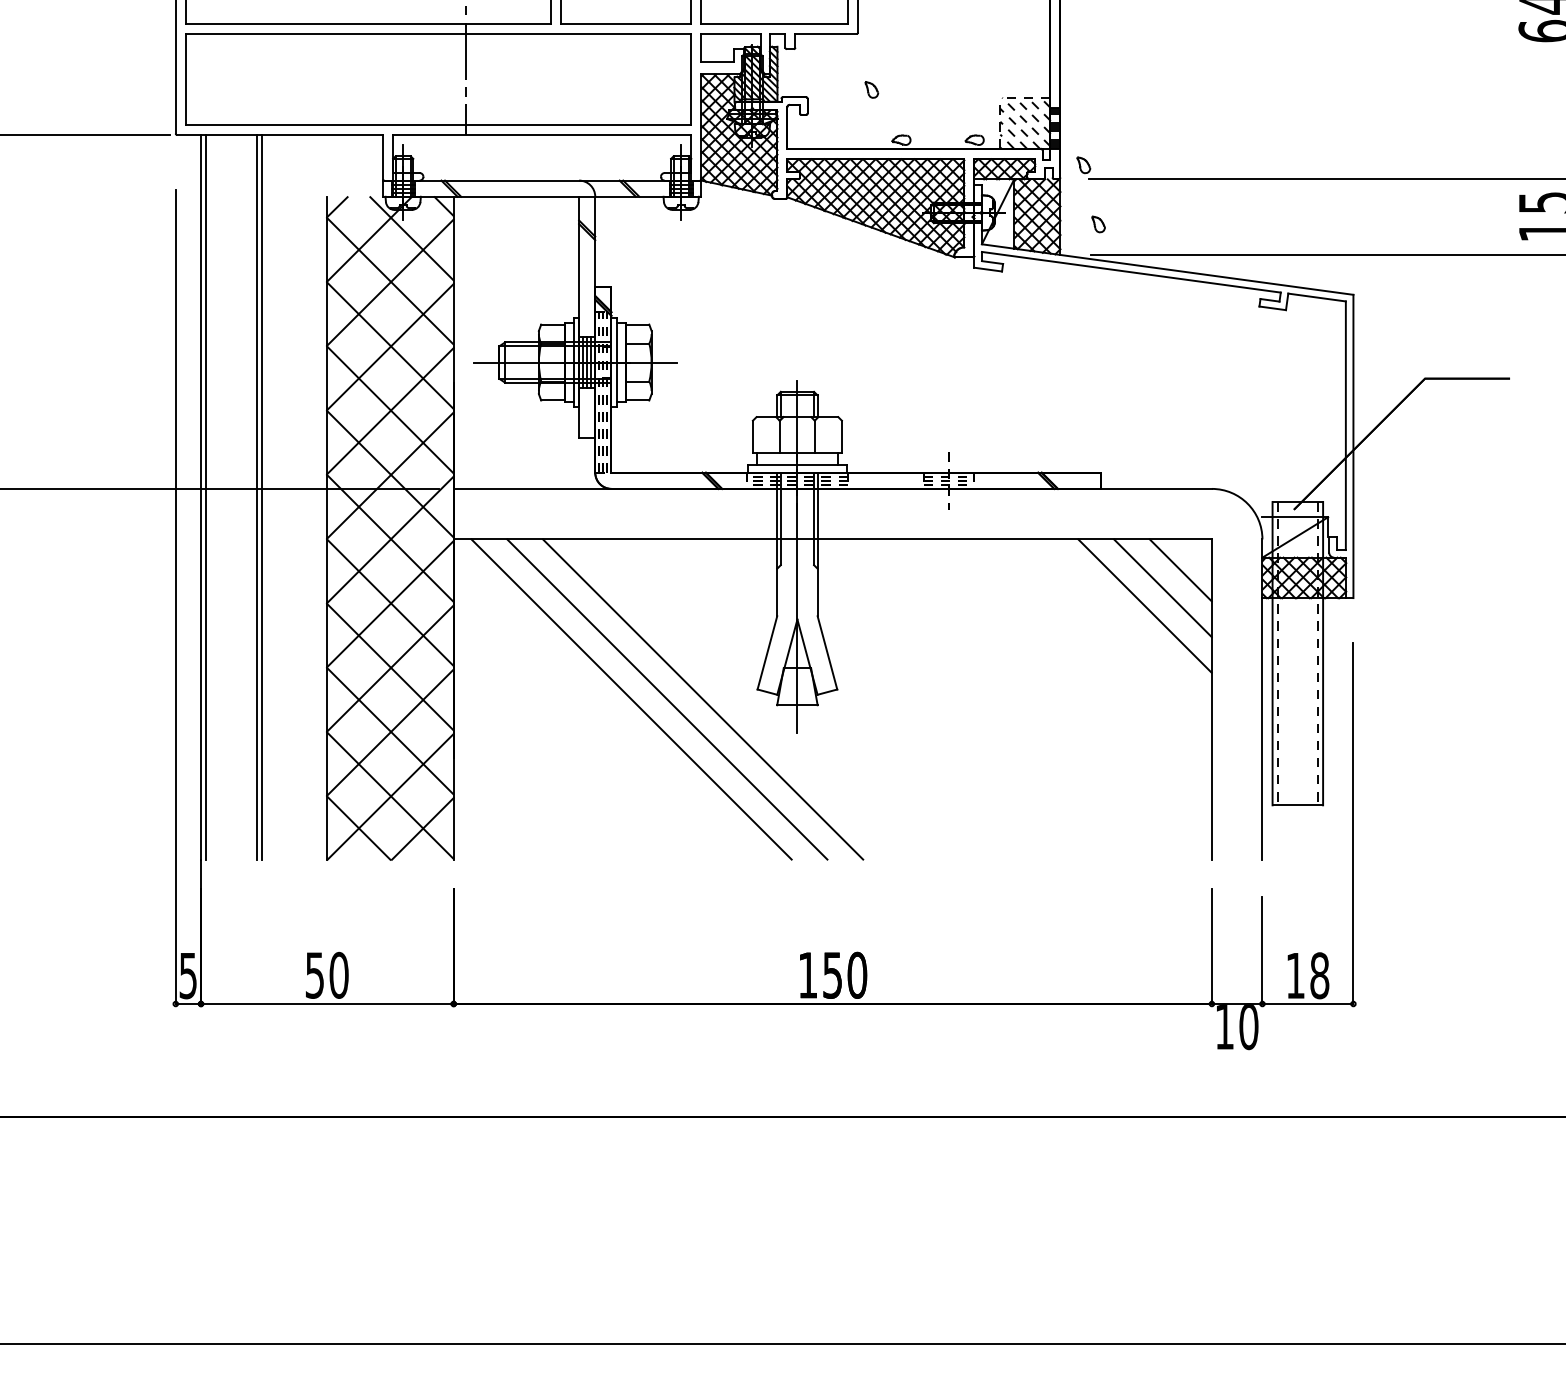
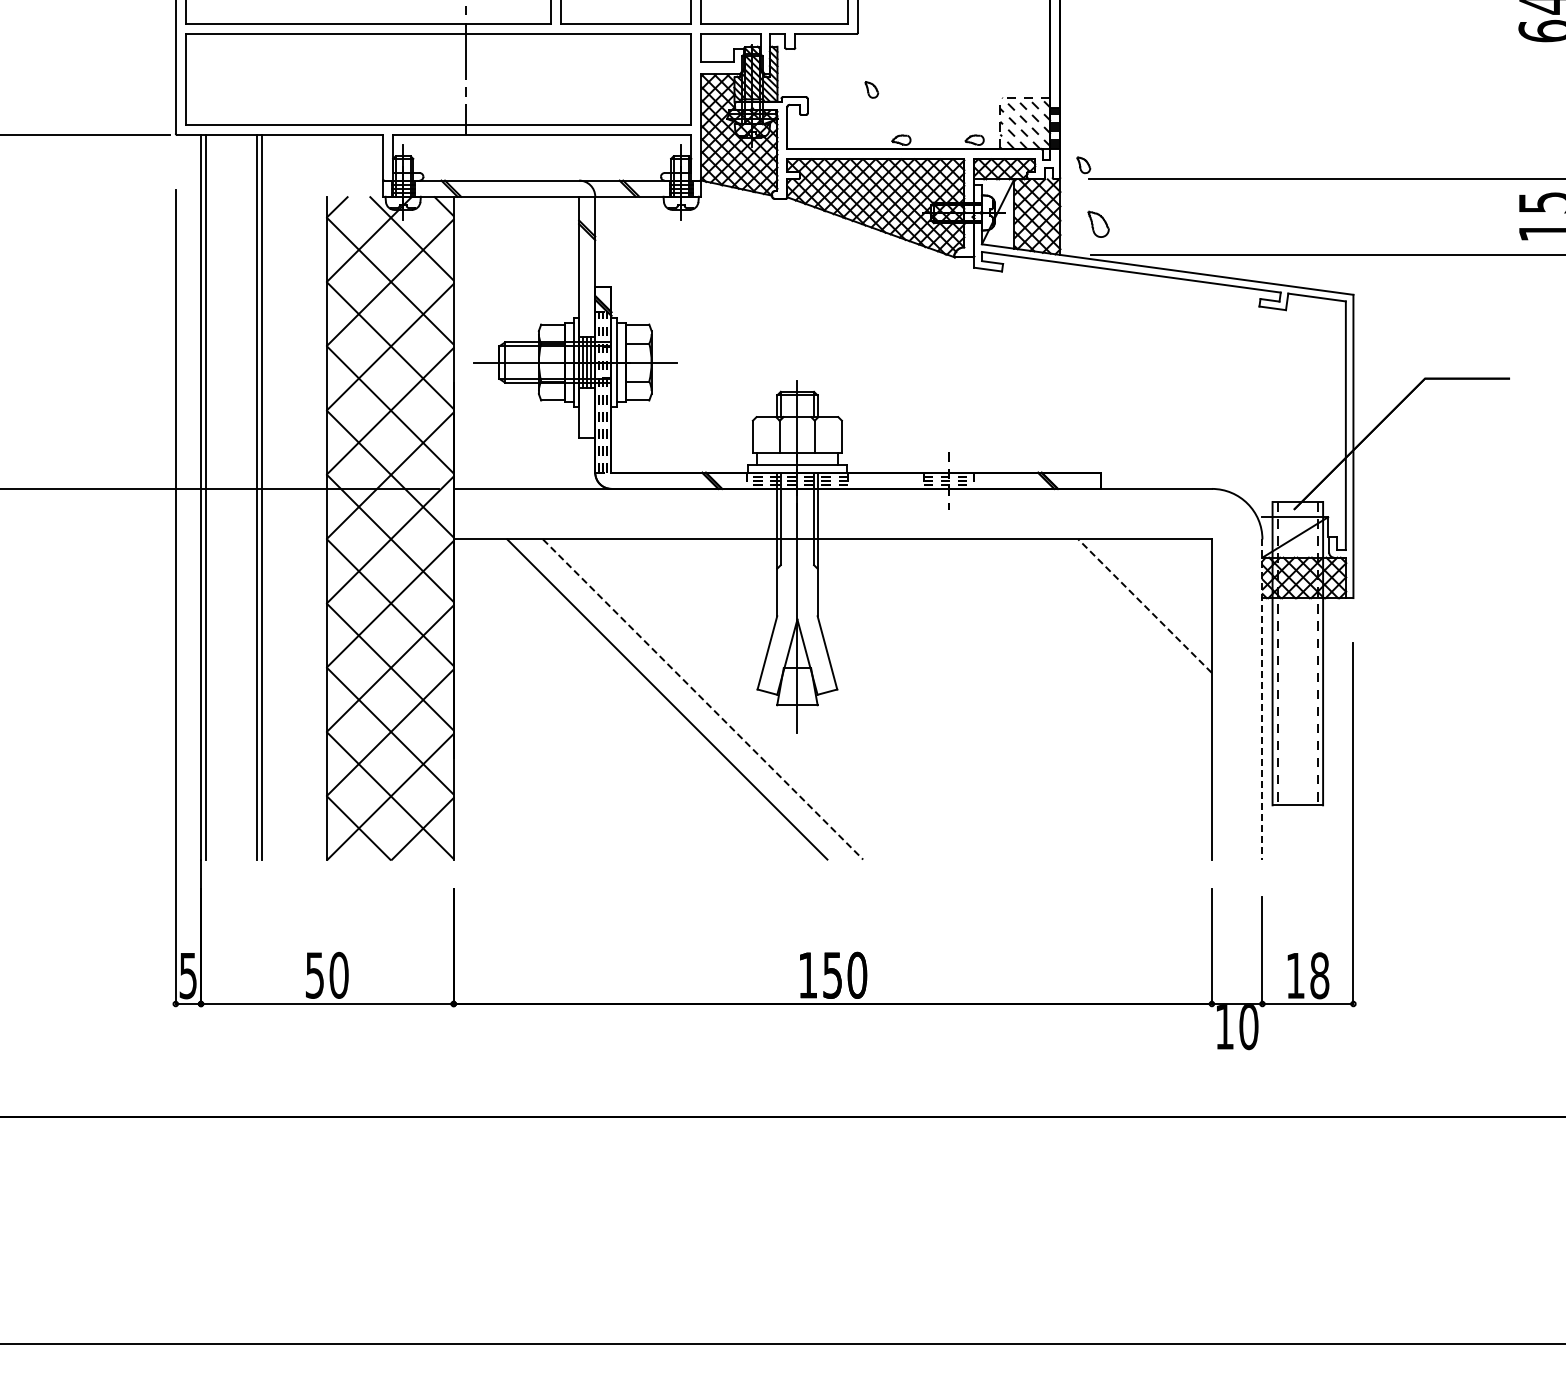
part at (1098, 224) size: 15x19 px -> 23x28 px
line at (1180, 570): present -> none
line at (1162, 588): present -> none
line at (1144, 605): solid -> dashed
line at (631, 699): present -> none
line at (703, 699): solid -> dashed
line at (1262, 700): solid -> dashed
